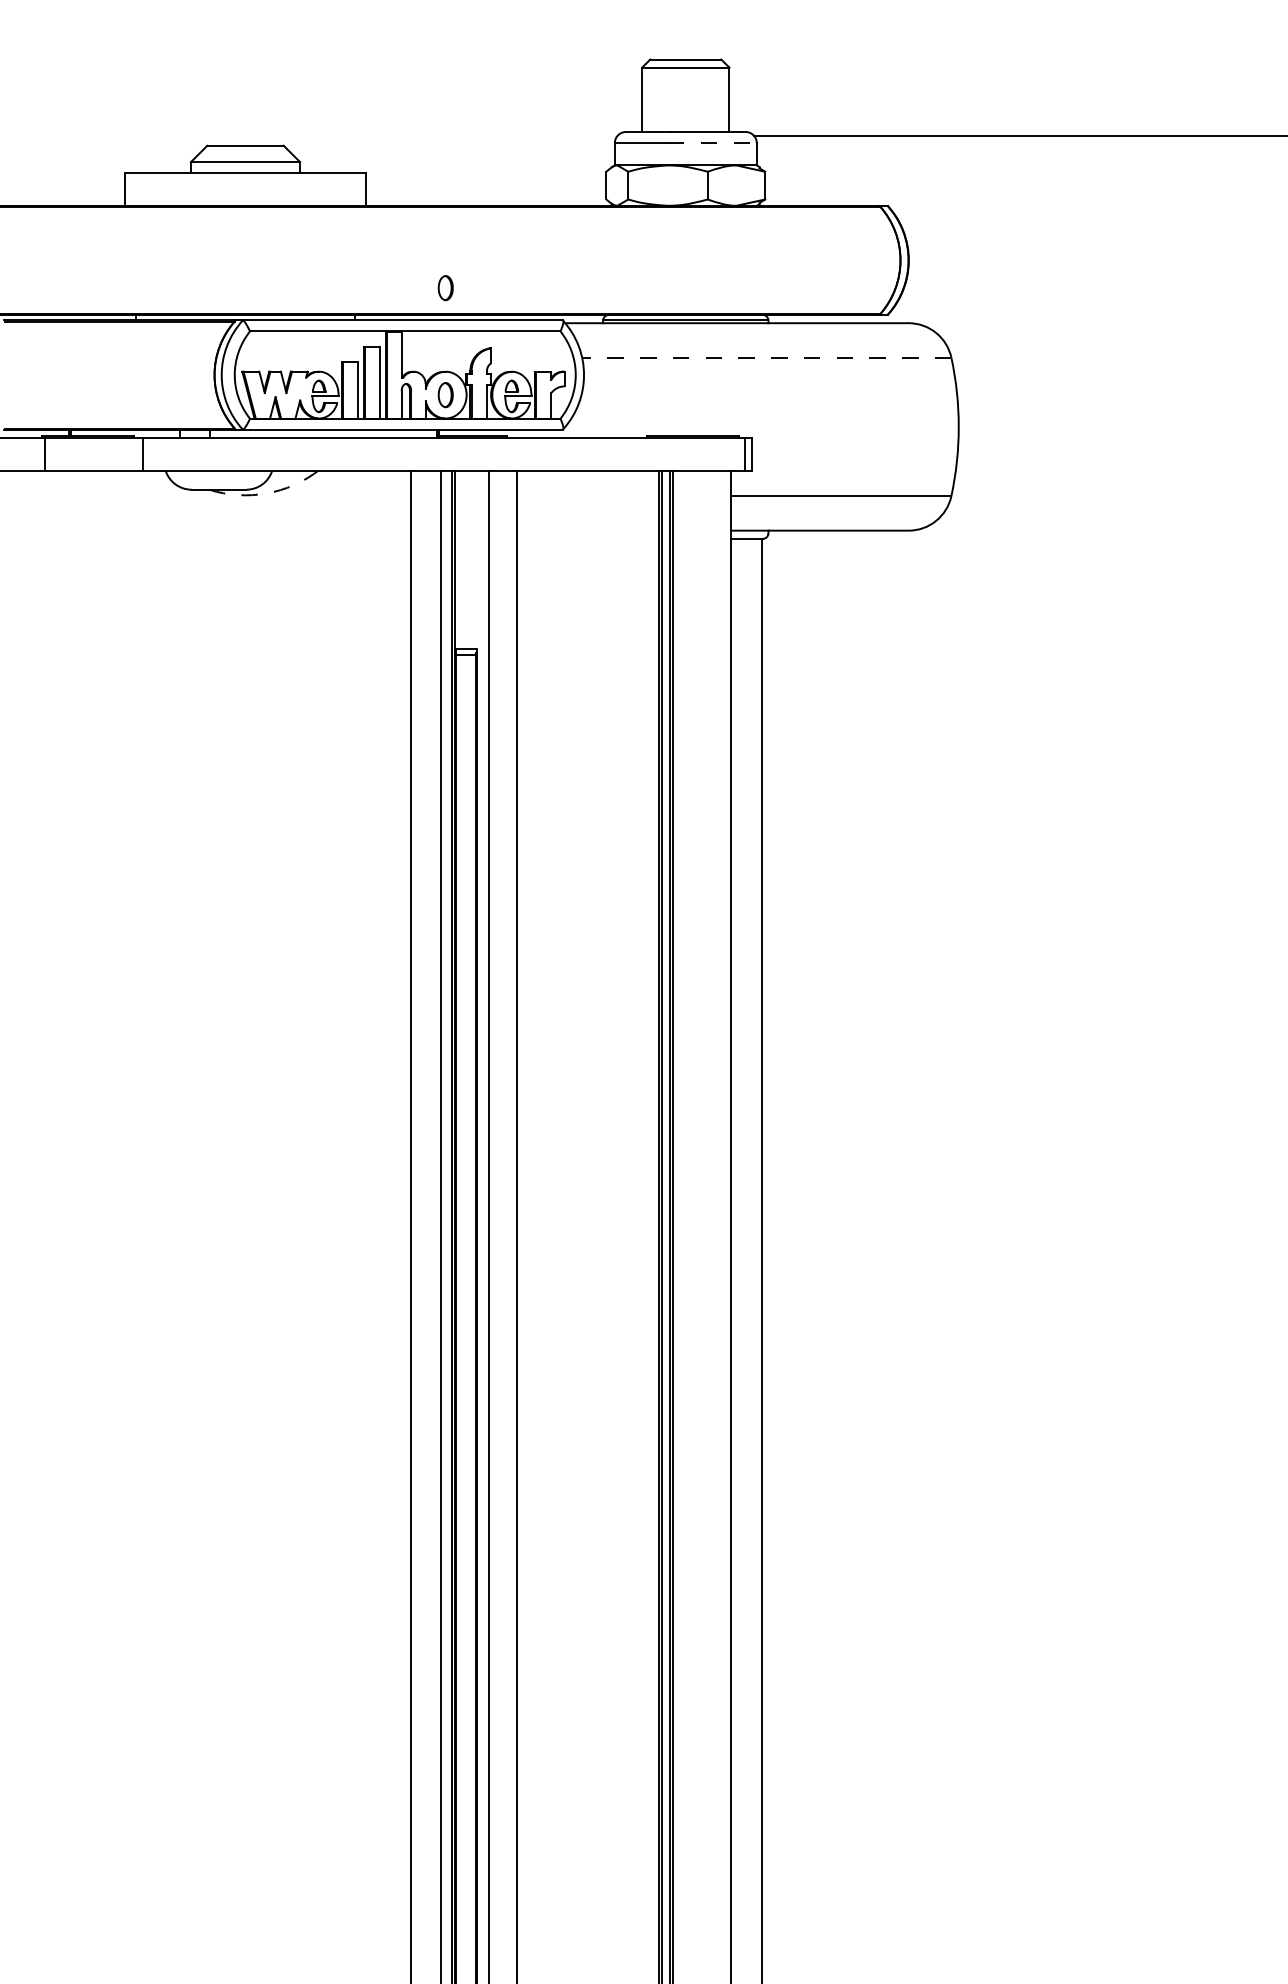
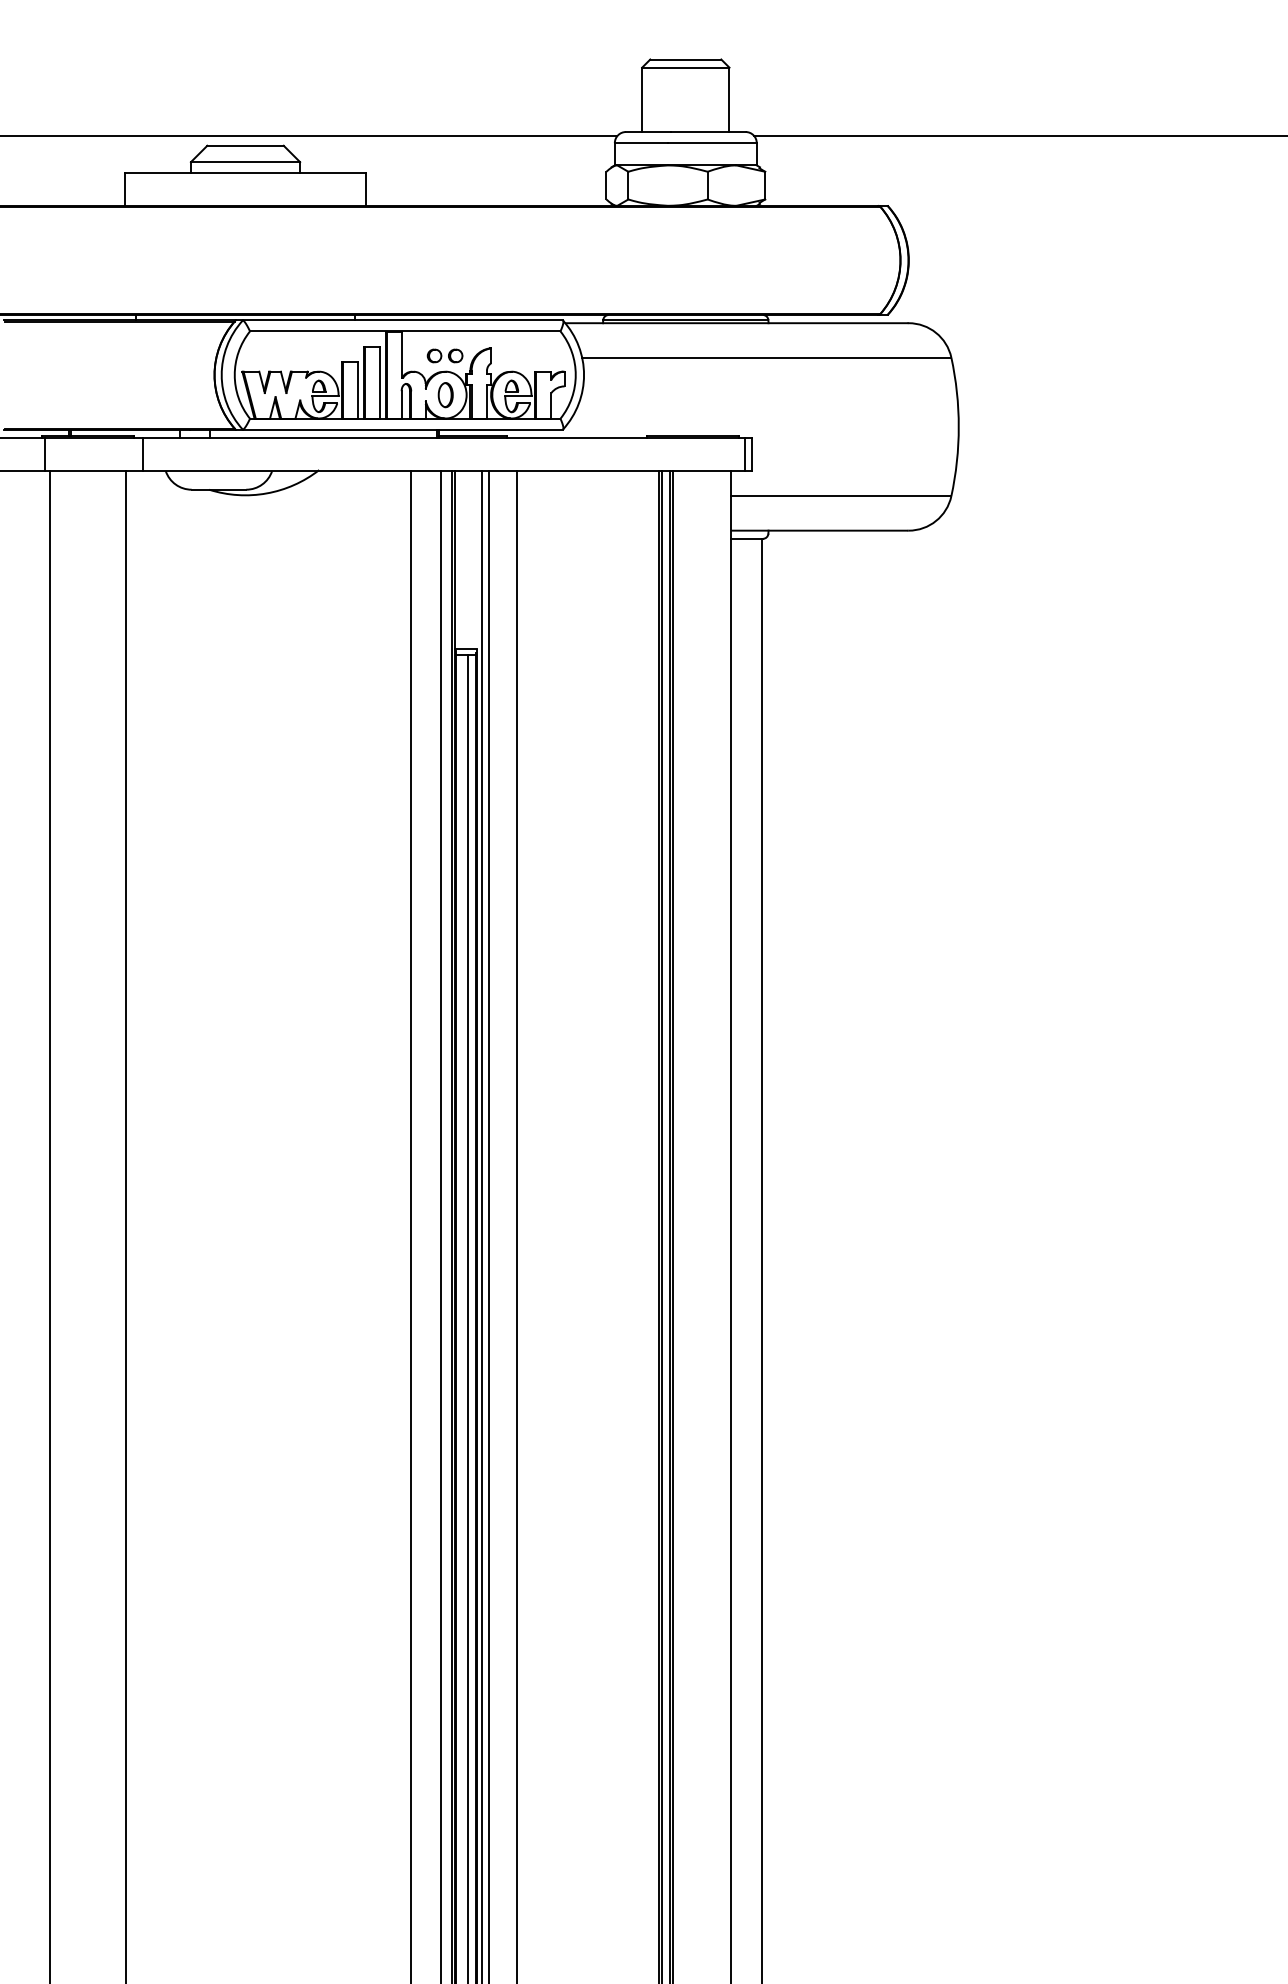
line at (309, 135): none -> present
line at (712, 143): dashed -> solid
part at (445, 288): present -> none
part at (444, 355): none -> present
line at (766, 357): dashed -> solid
arc at (266, 493): dashed -> solid
line at (49, 1225): none -> present
line at (126, 1225): none -> present
line at (482, 1225): none -> present
line at (467, 1317): none -> present
